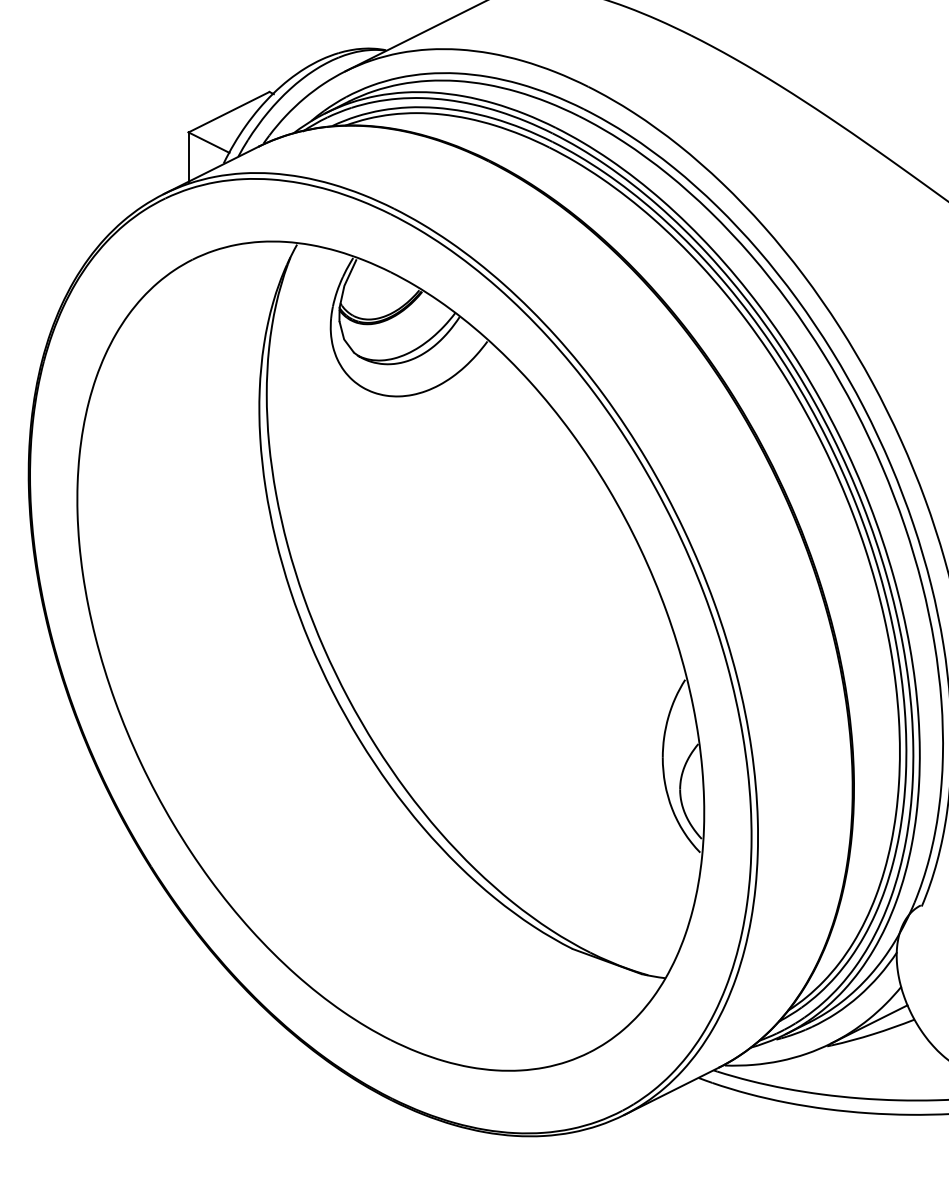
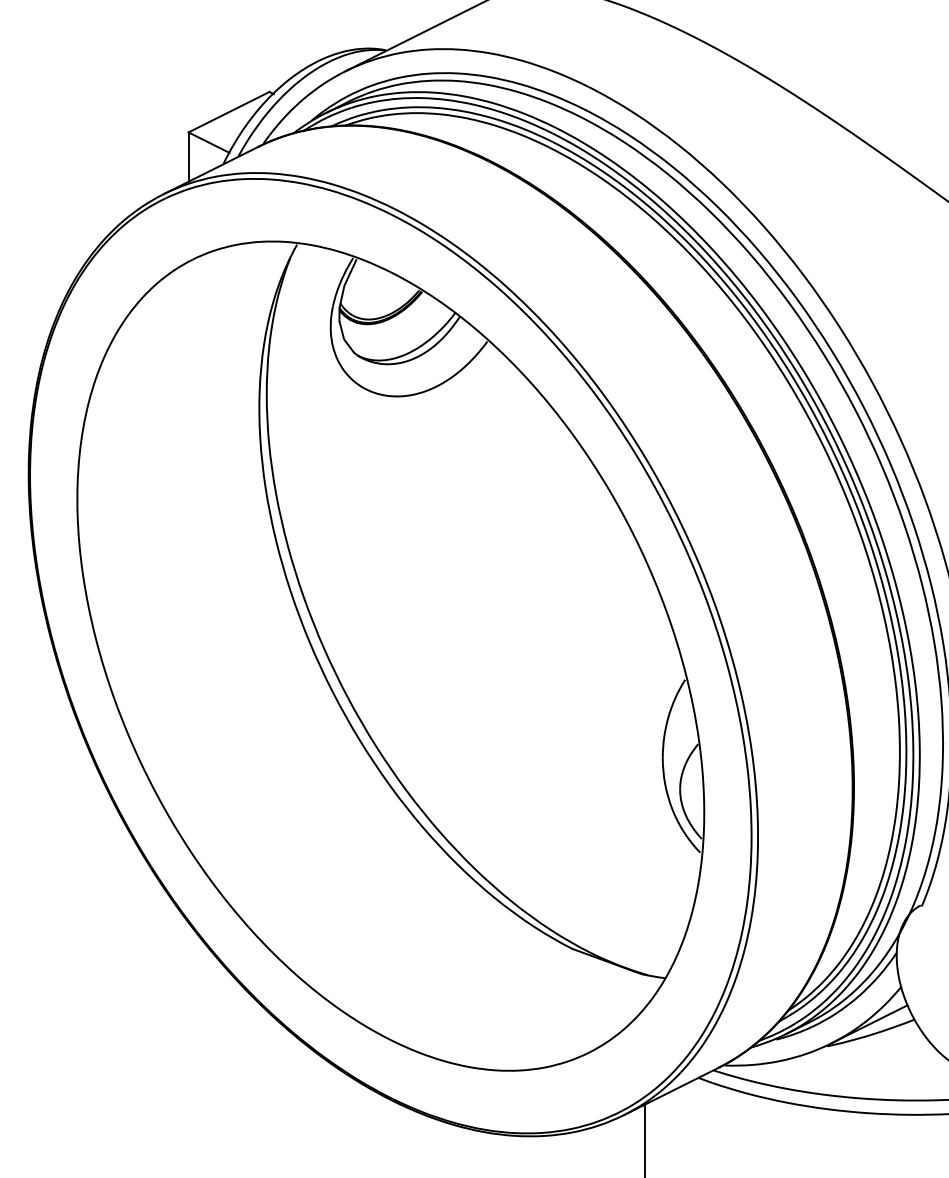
line at (644, 1139): none -> present
